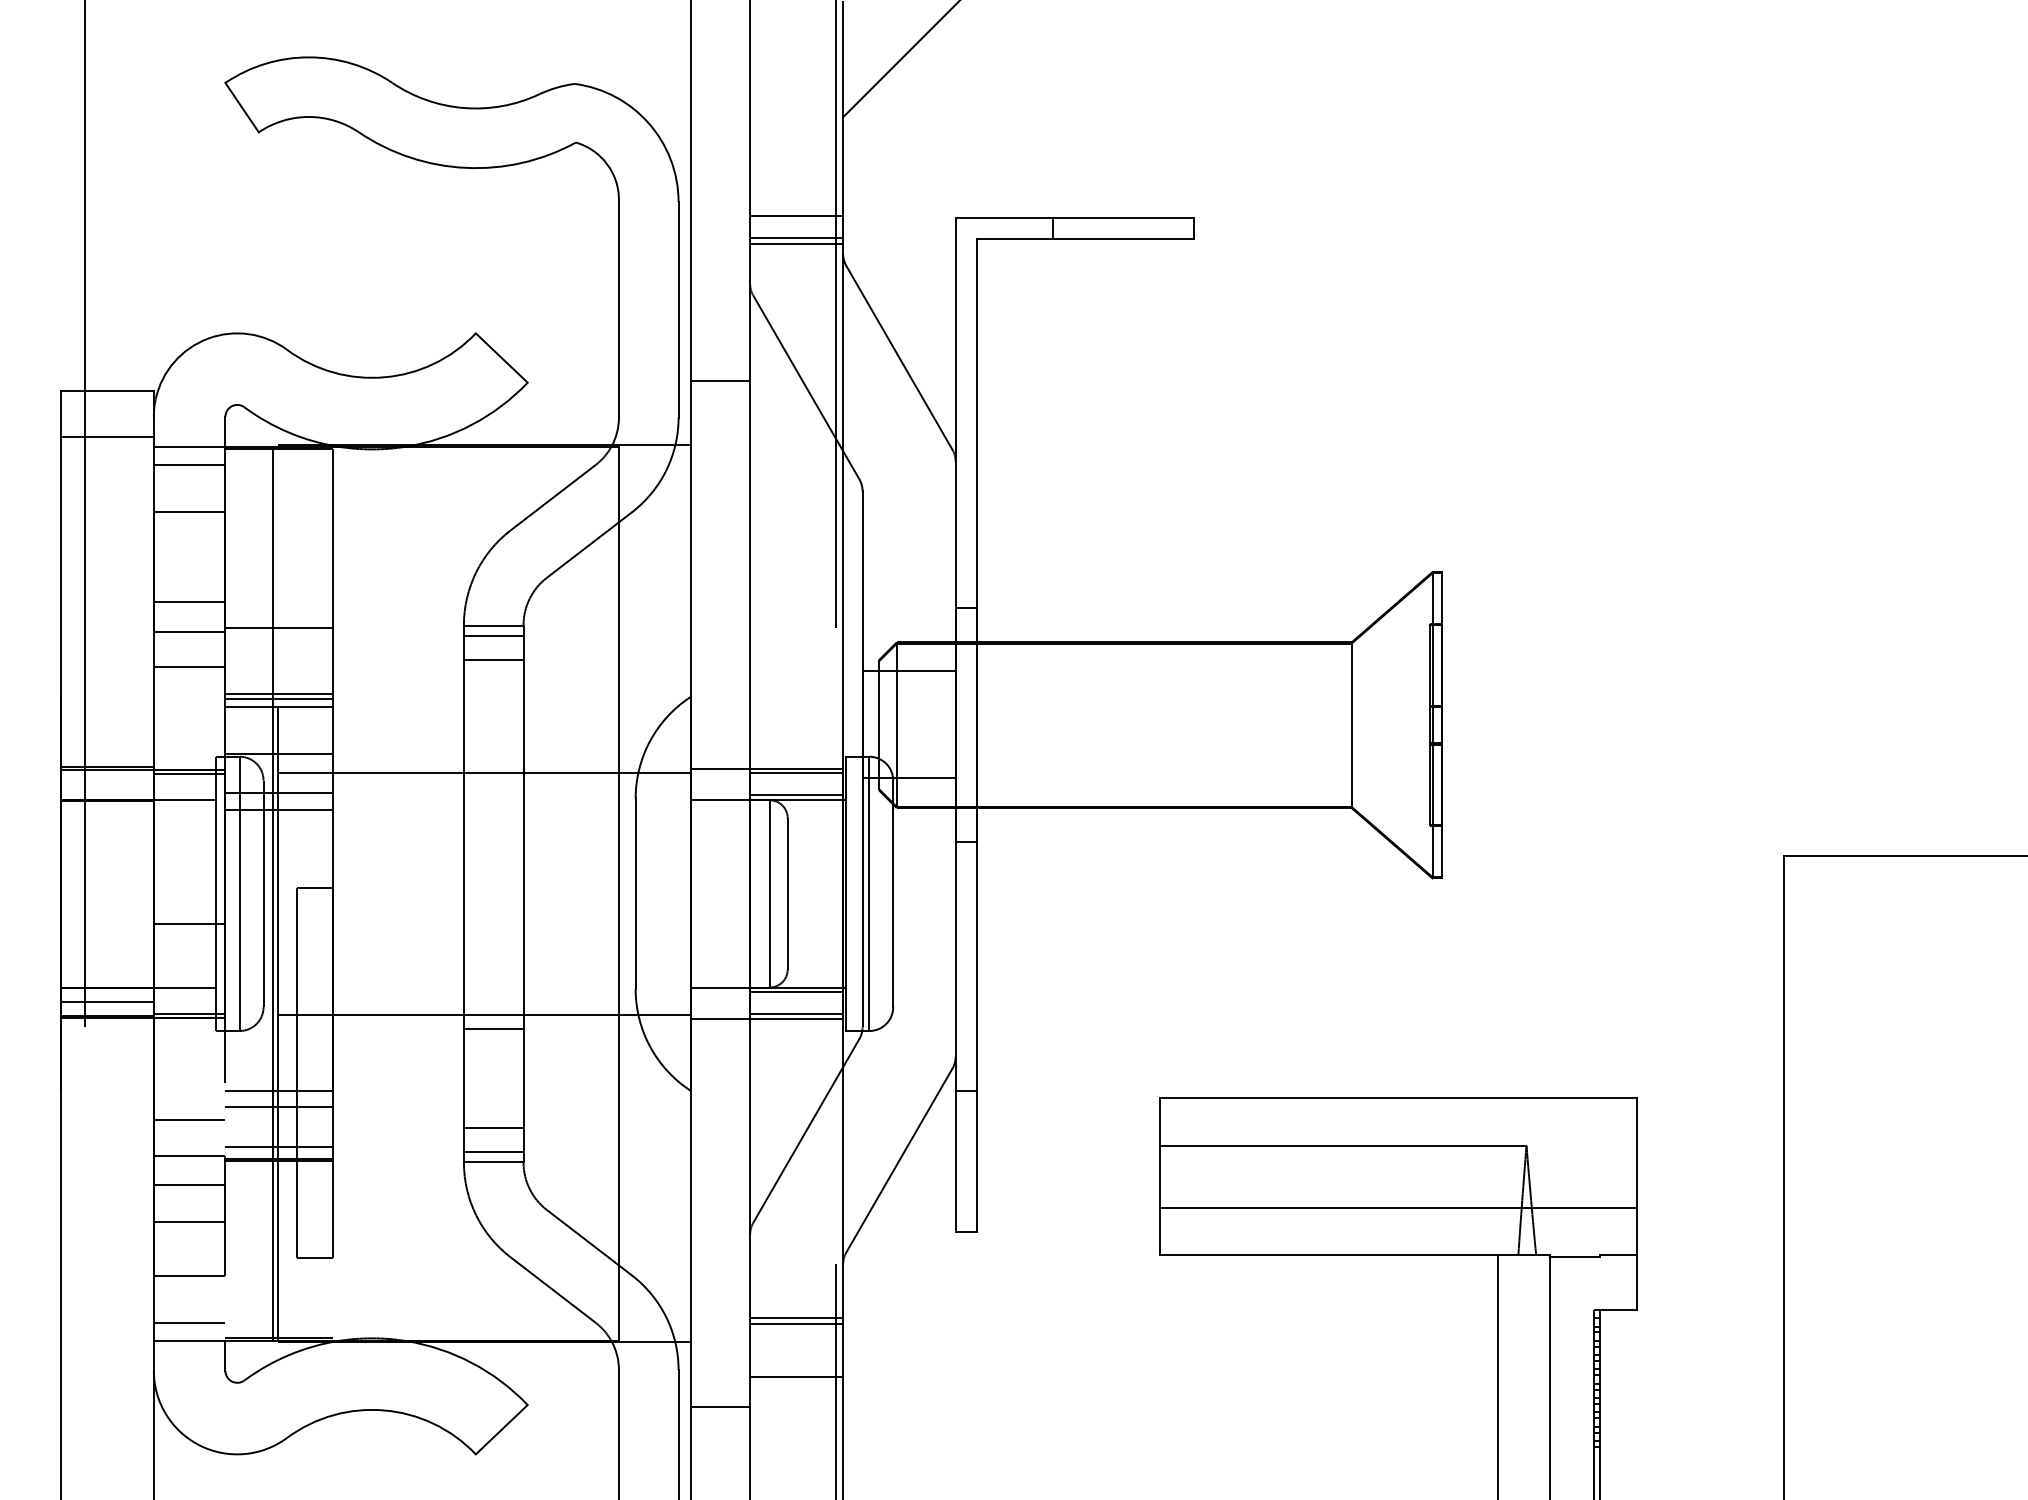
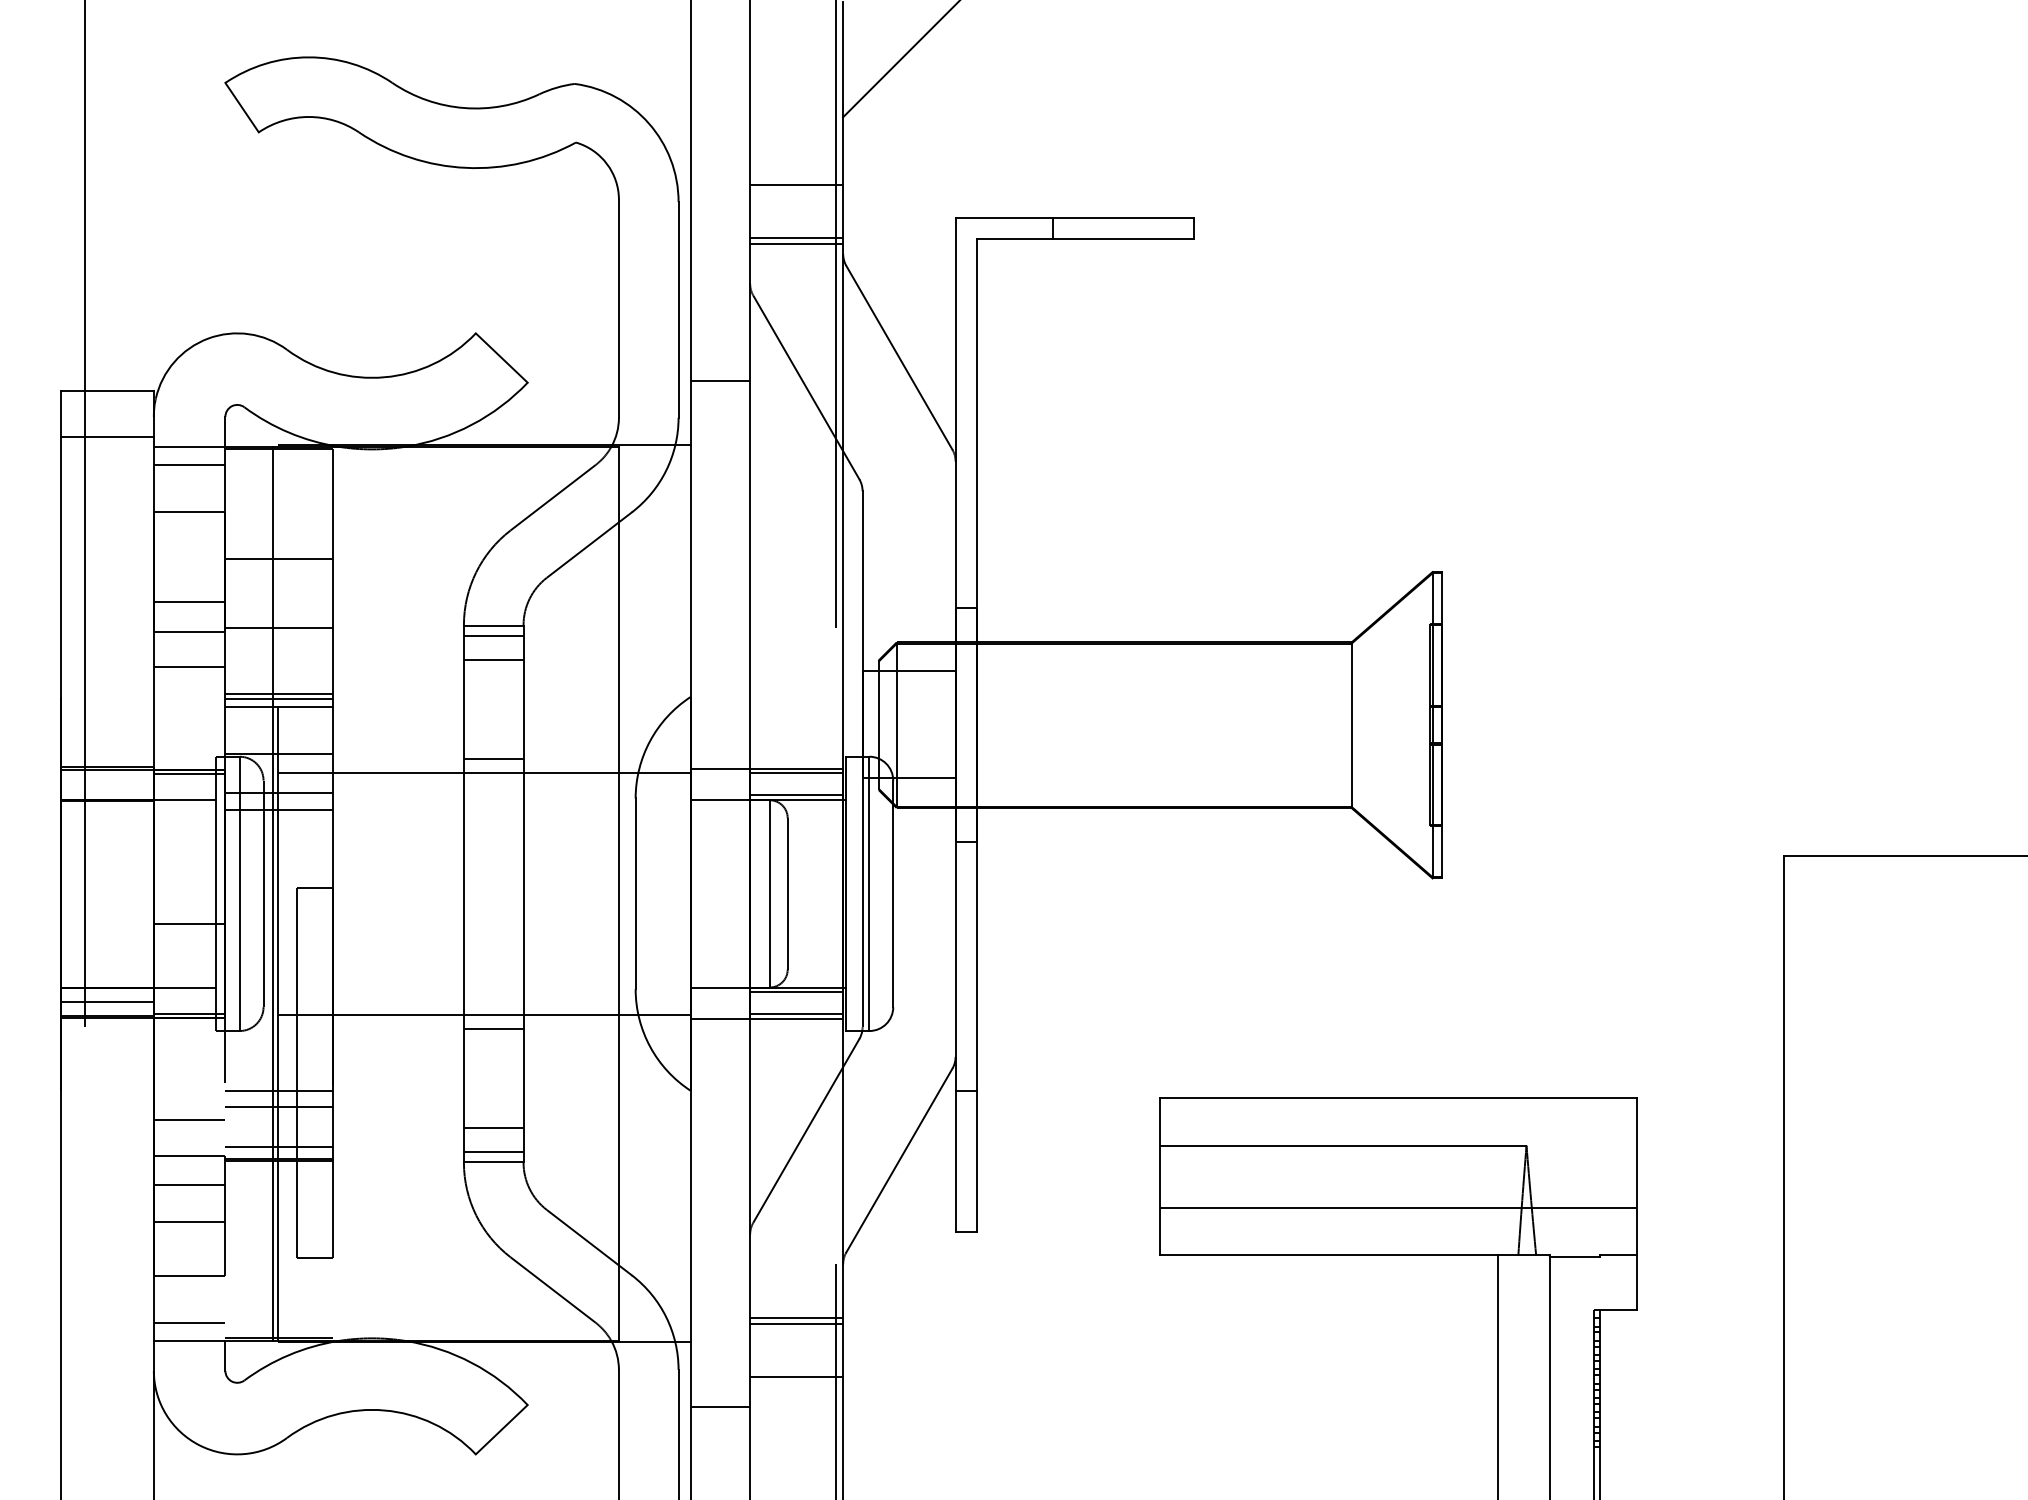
line at (796, 215) position: (796, 215) -> (796, 184)
line at (278, 558): none -> present
line at (493, 759): none -> present
